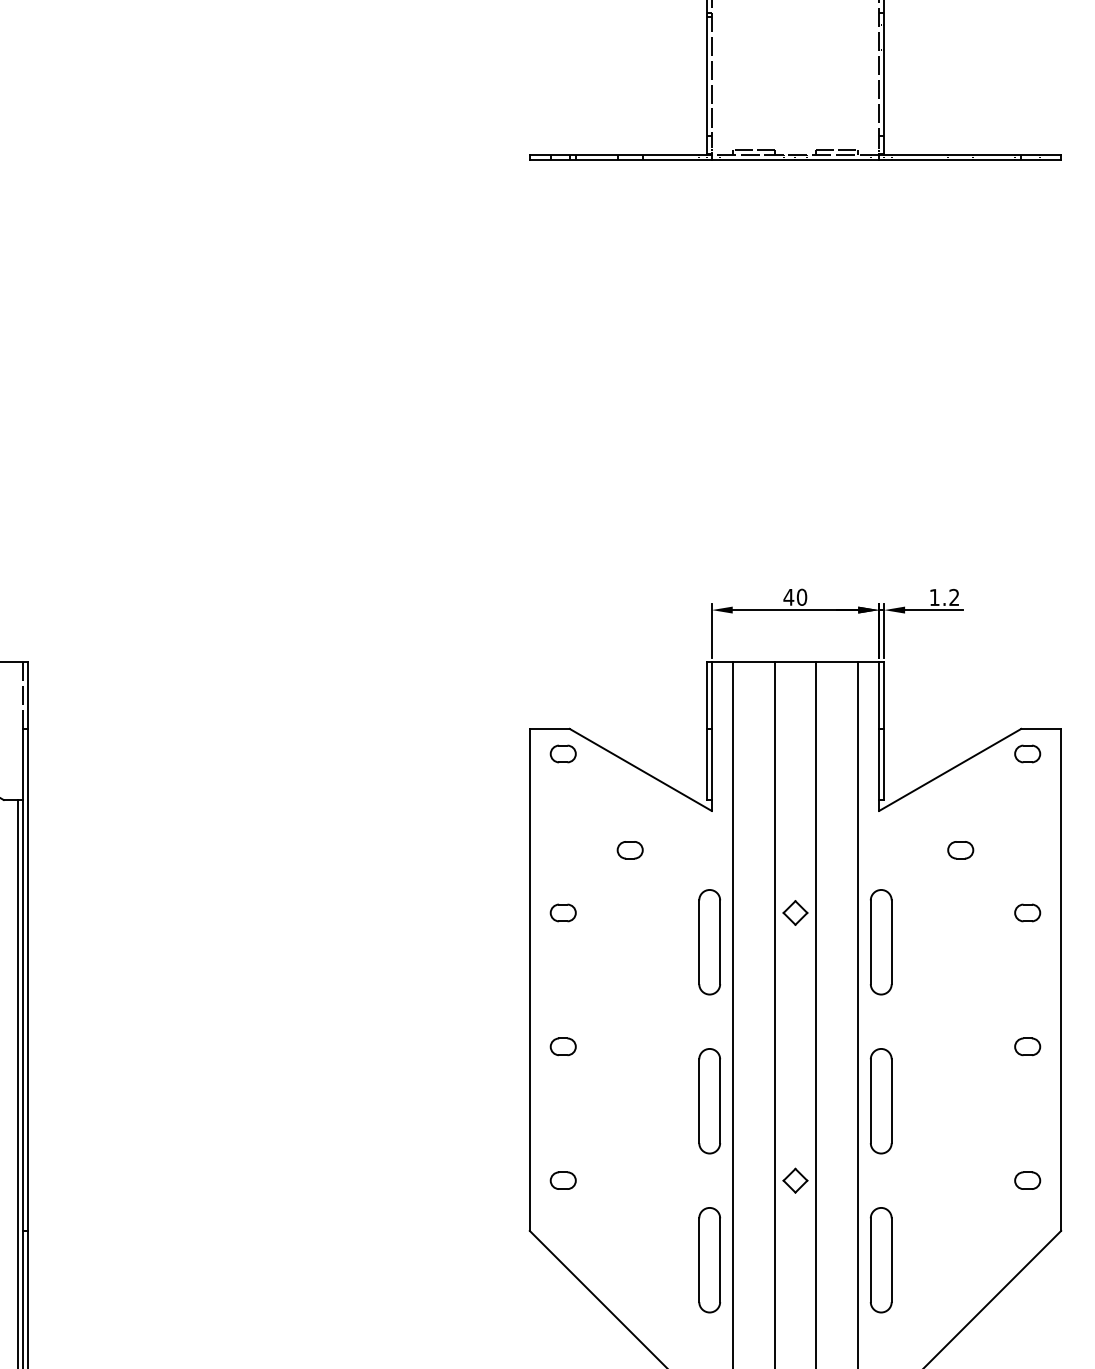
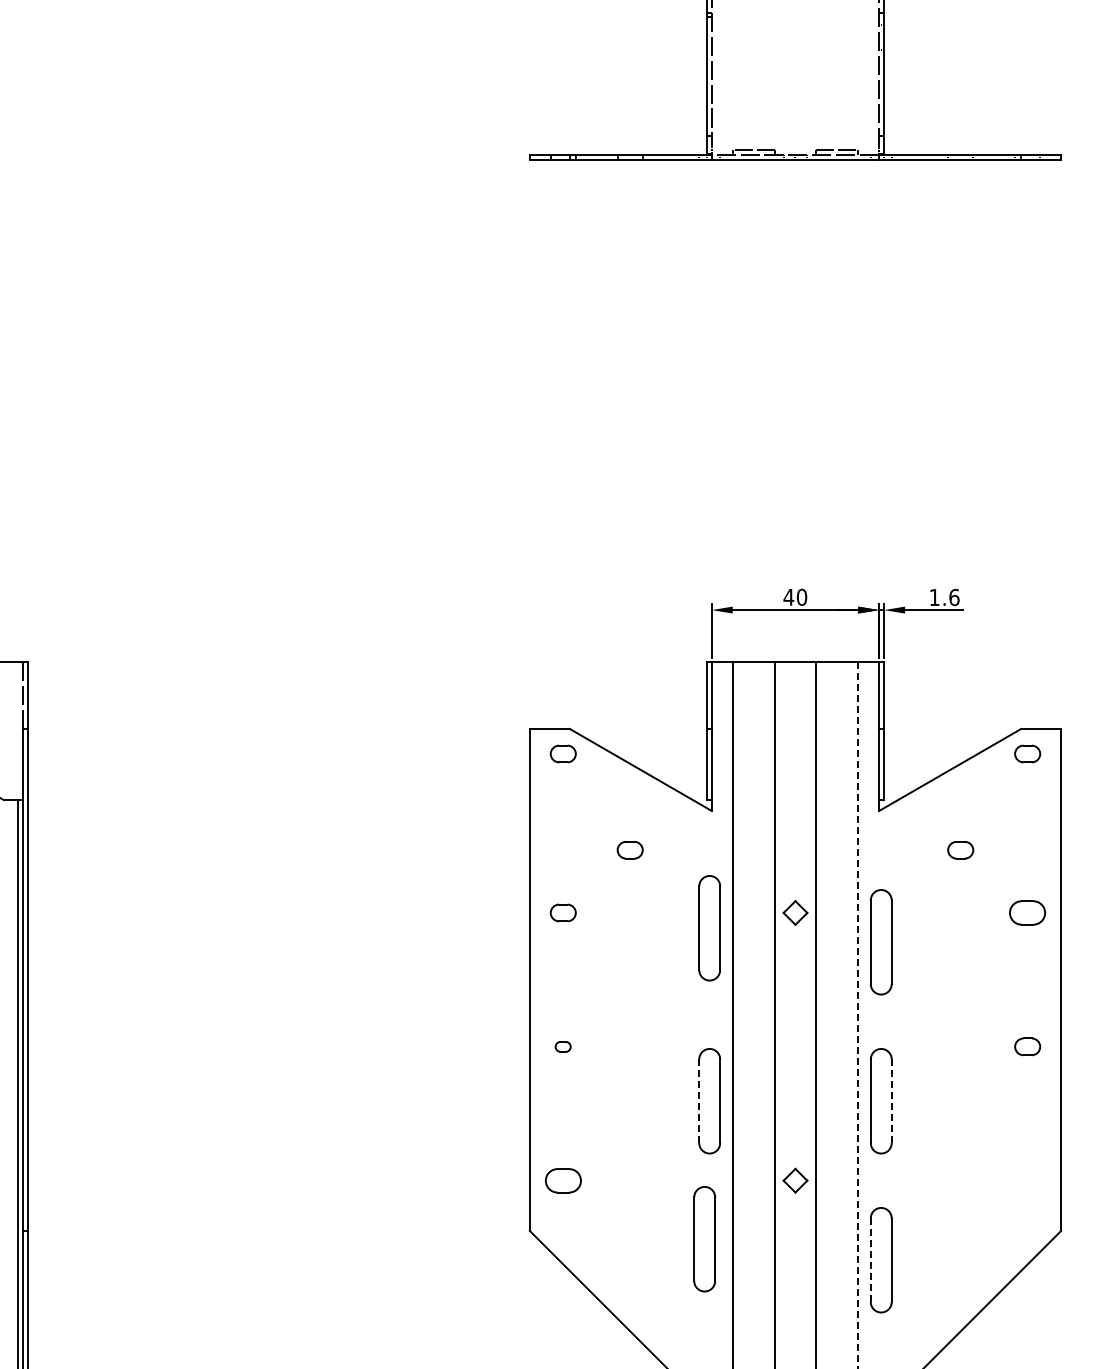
text at (954, 597): 1.2 -> 1.6
part at (1027, 912) size: 28x20 px -> 37x26 px
part at (709, 942) position: (709, 942) -> (709, 928)
line at (858, 1015): solid -> dashed
part at (562, 1046) size: 28x20 px -> 18x12 px
line at (699, 1101): solid -> dashed
line at (891, 1101): solid -> dashed
part at (562, 1180) size: 28x19 px -> 37x26 px
part at (1027, 1180): present -> none
part at (709, 1260) position: (709, 1260) -> (704, 1239)
line at (870, 1260): solid -> dashed
